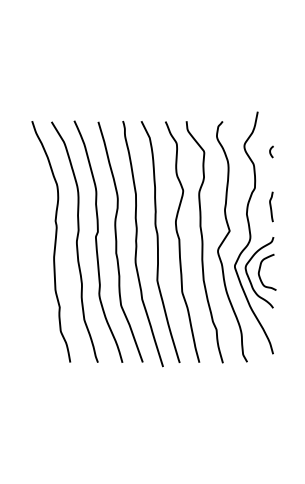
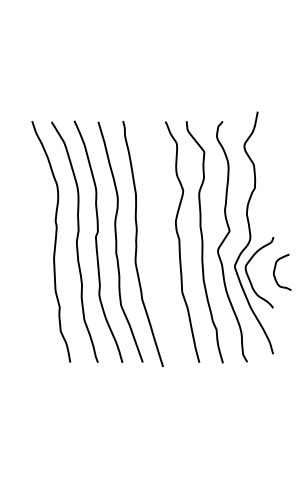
curve at (271, 150): present -> none
curve at (271, 206): present -> none
curve at (158, 241): present -> none
curve at (260, 270) position: (260, 270) -> (275, 270)
